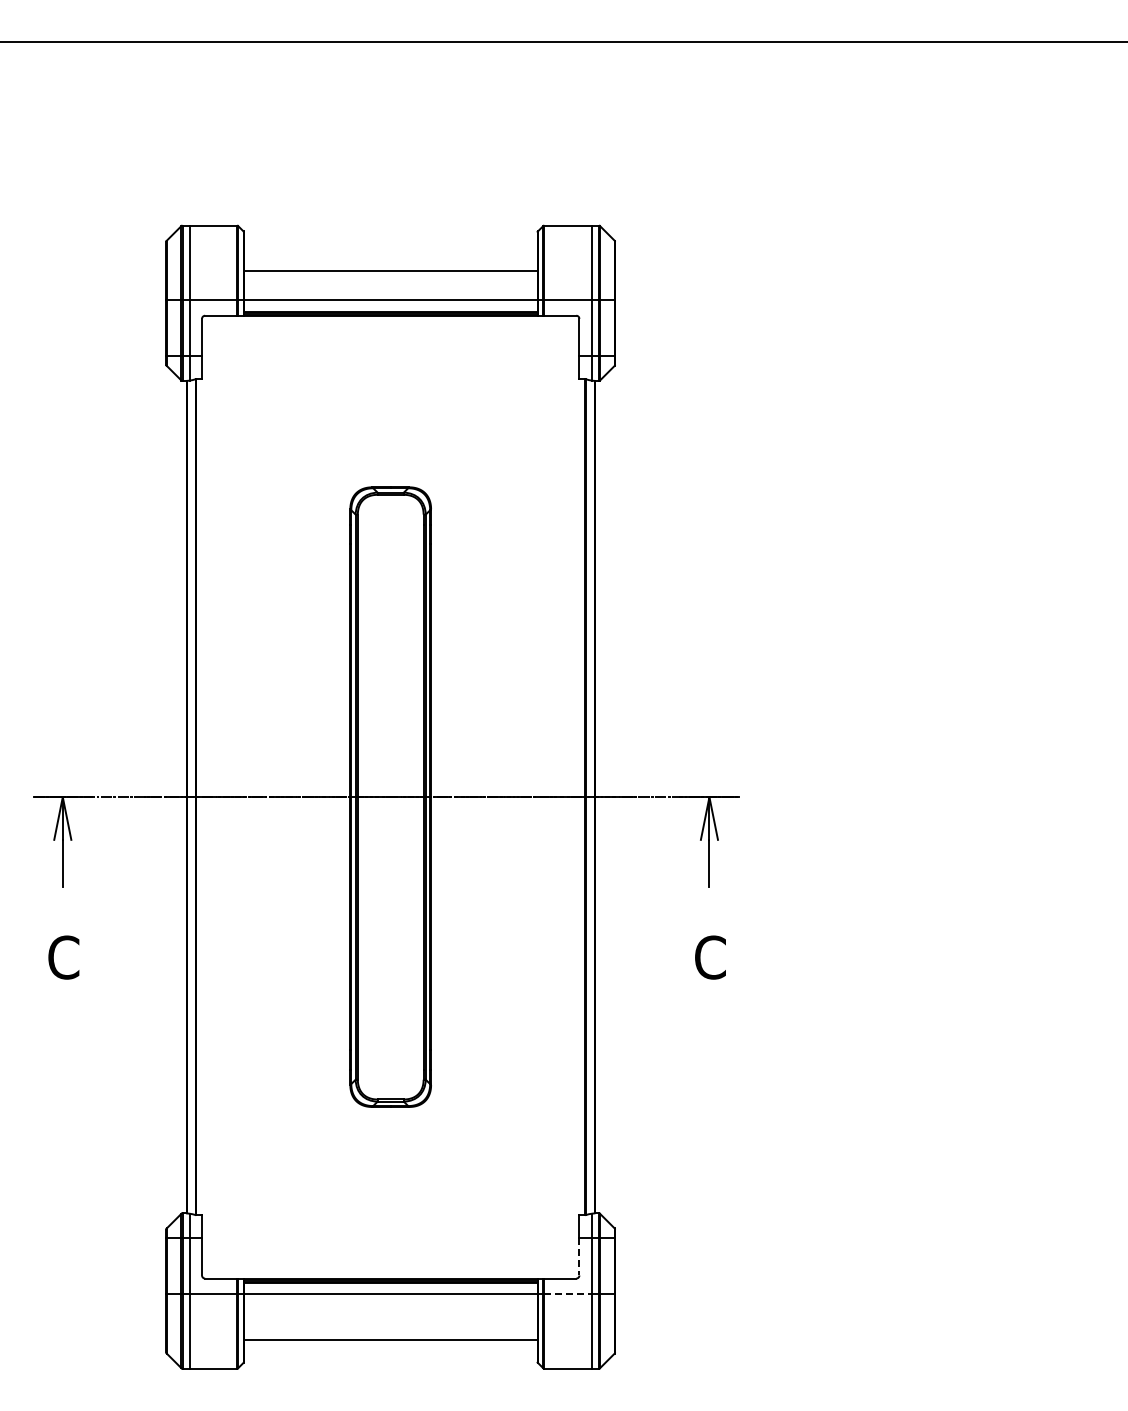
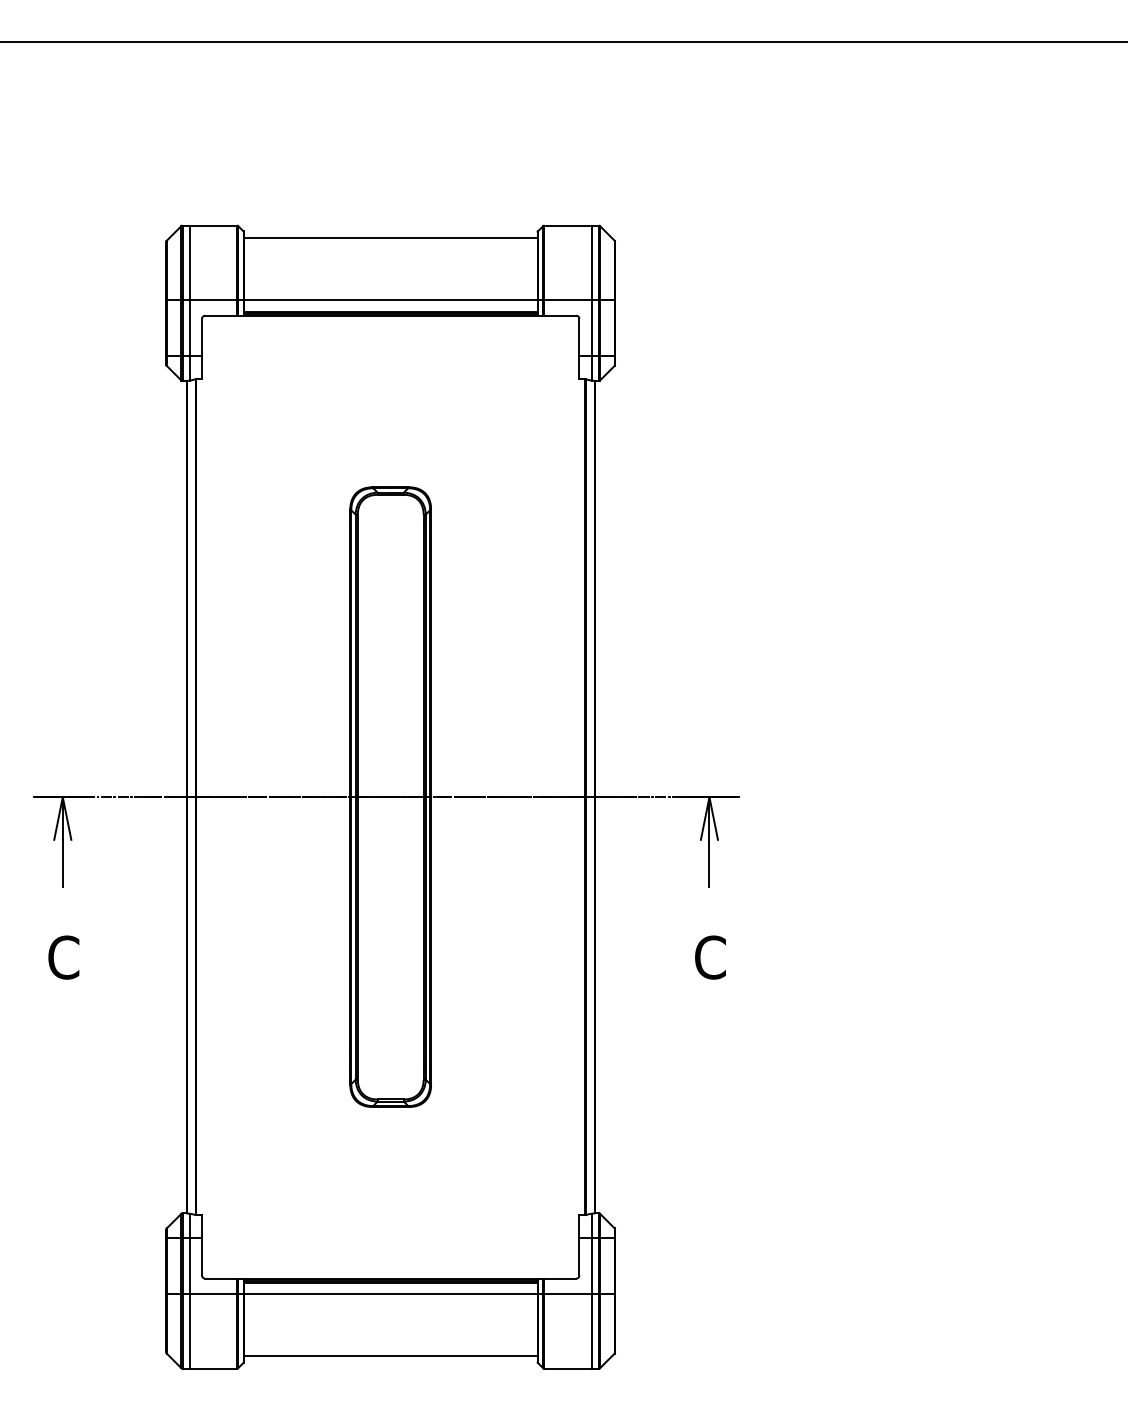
line at (390, 271) position: (390, 271) -> (390, 238)
line at (579, 1256): dashed -> solid
line at (568, 1294): dashed -> solid
line at (390, 1340) position: (390, 1340) -> (390, 1356)
